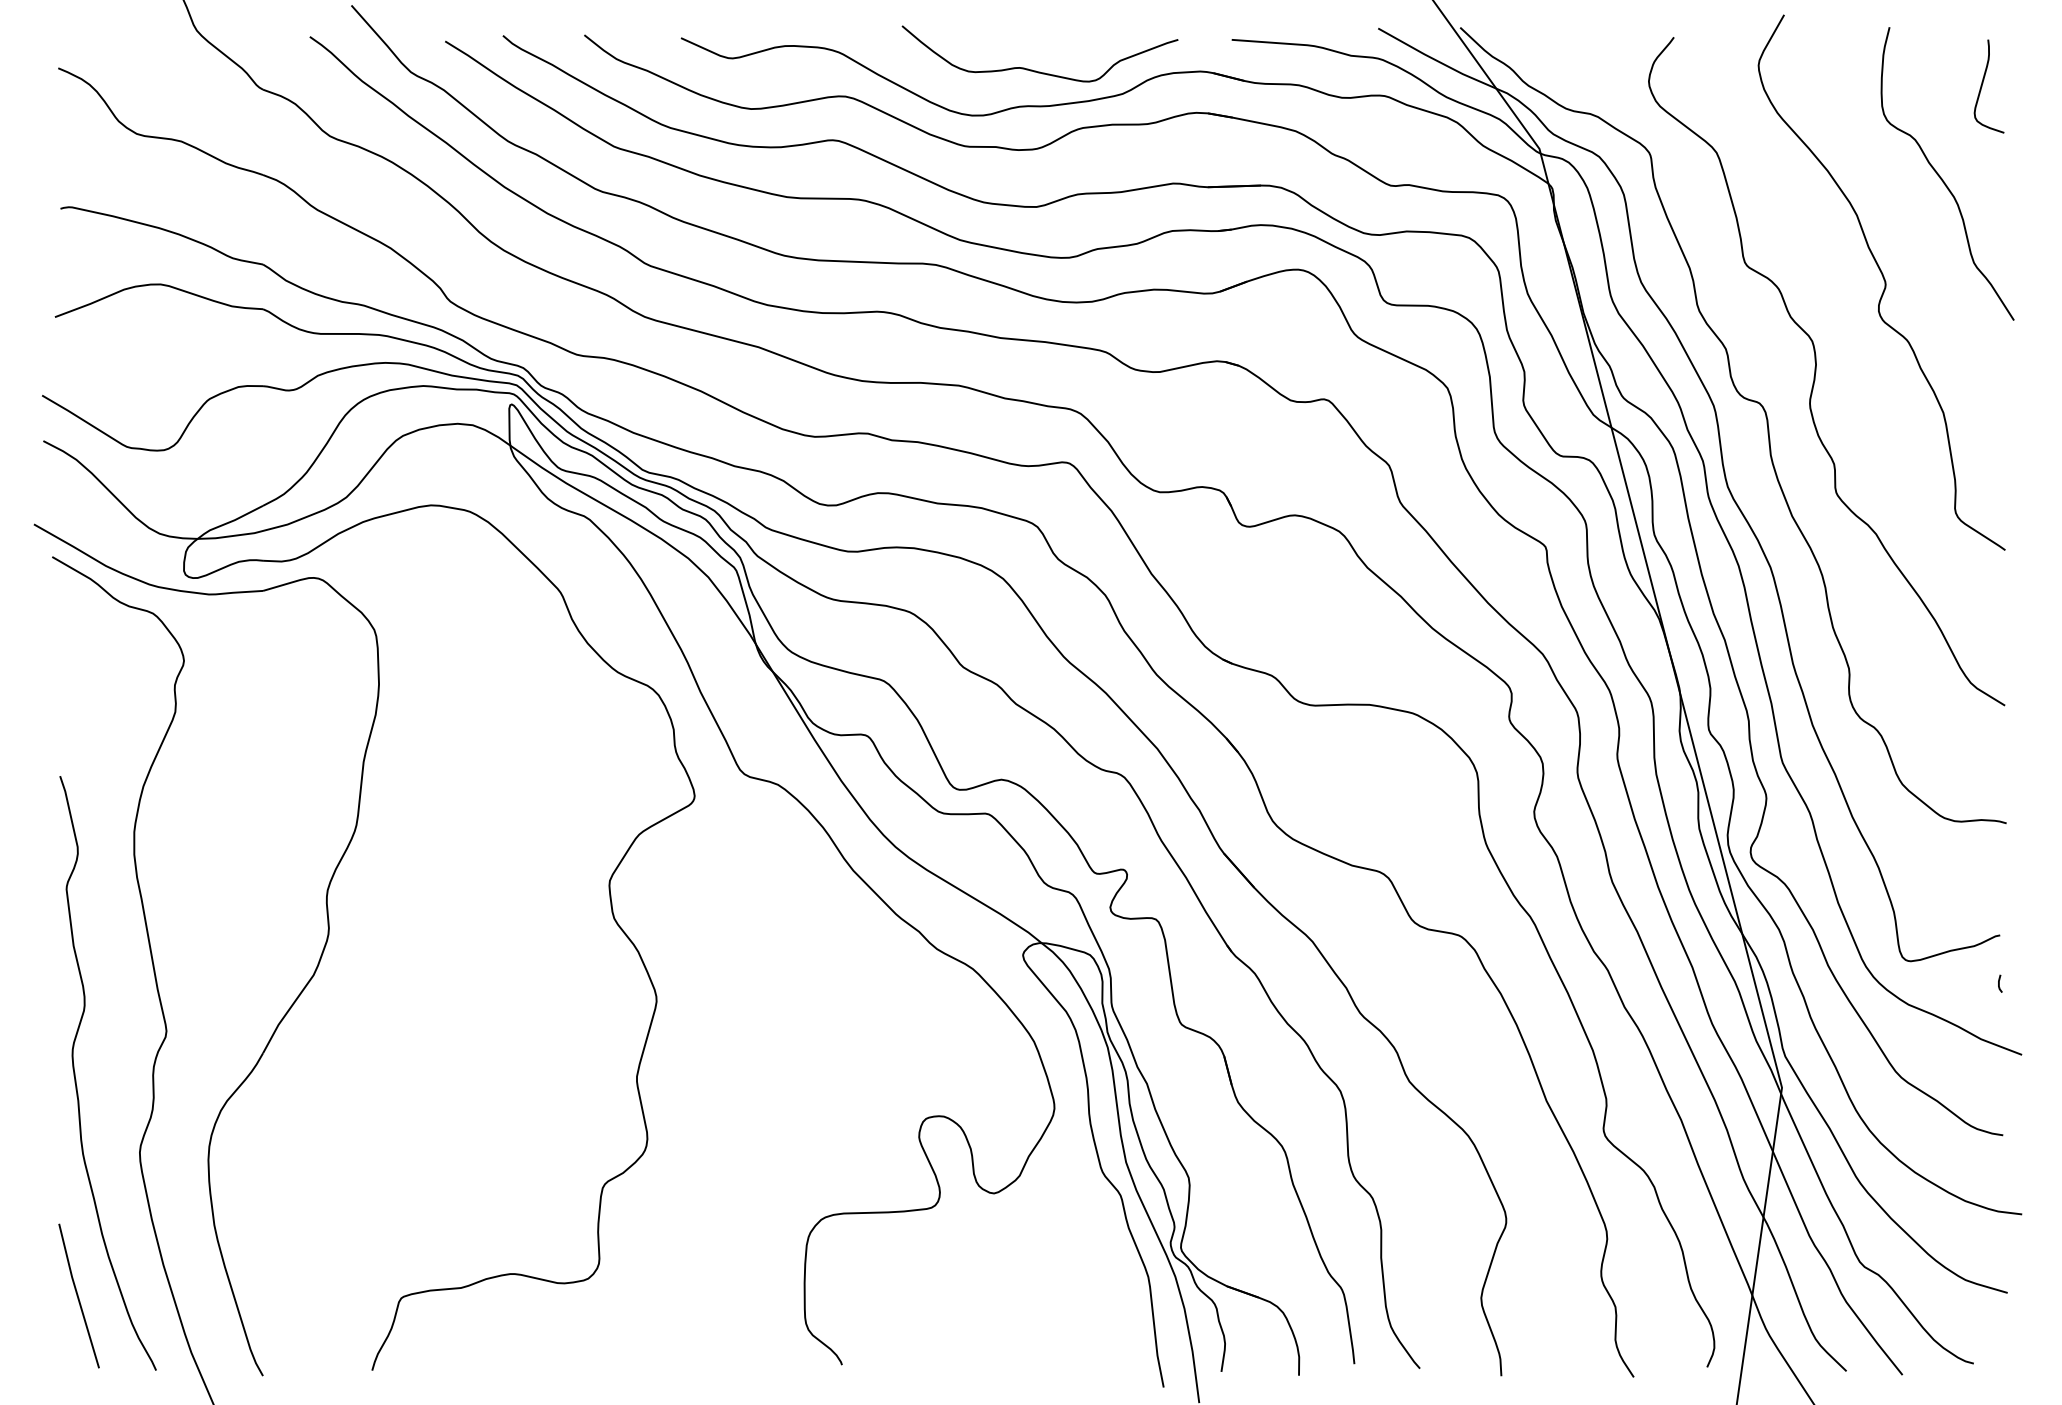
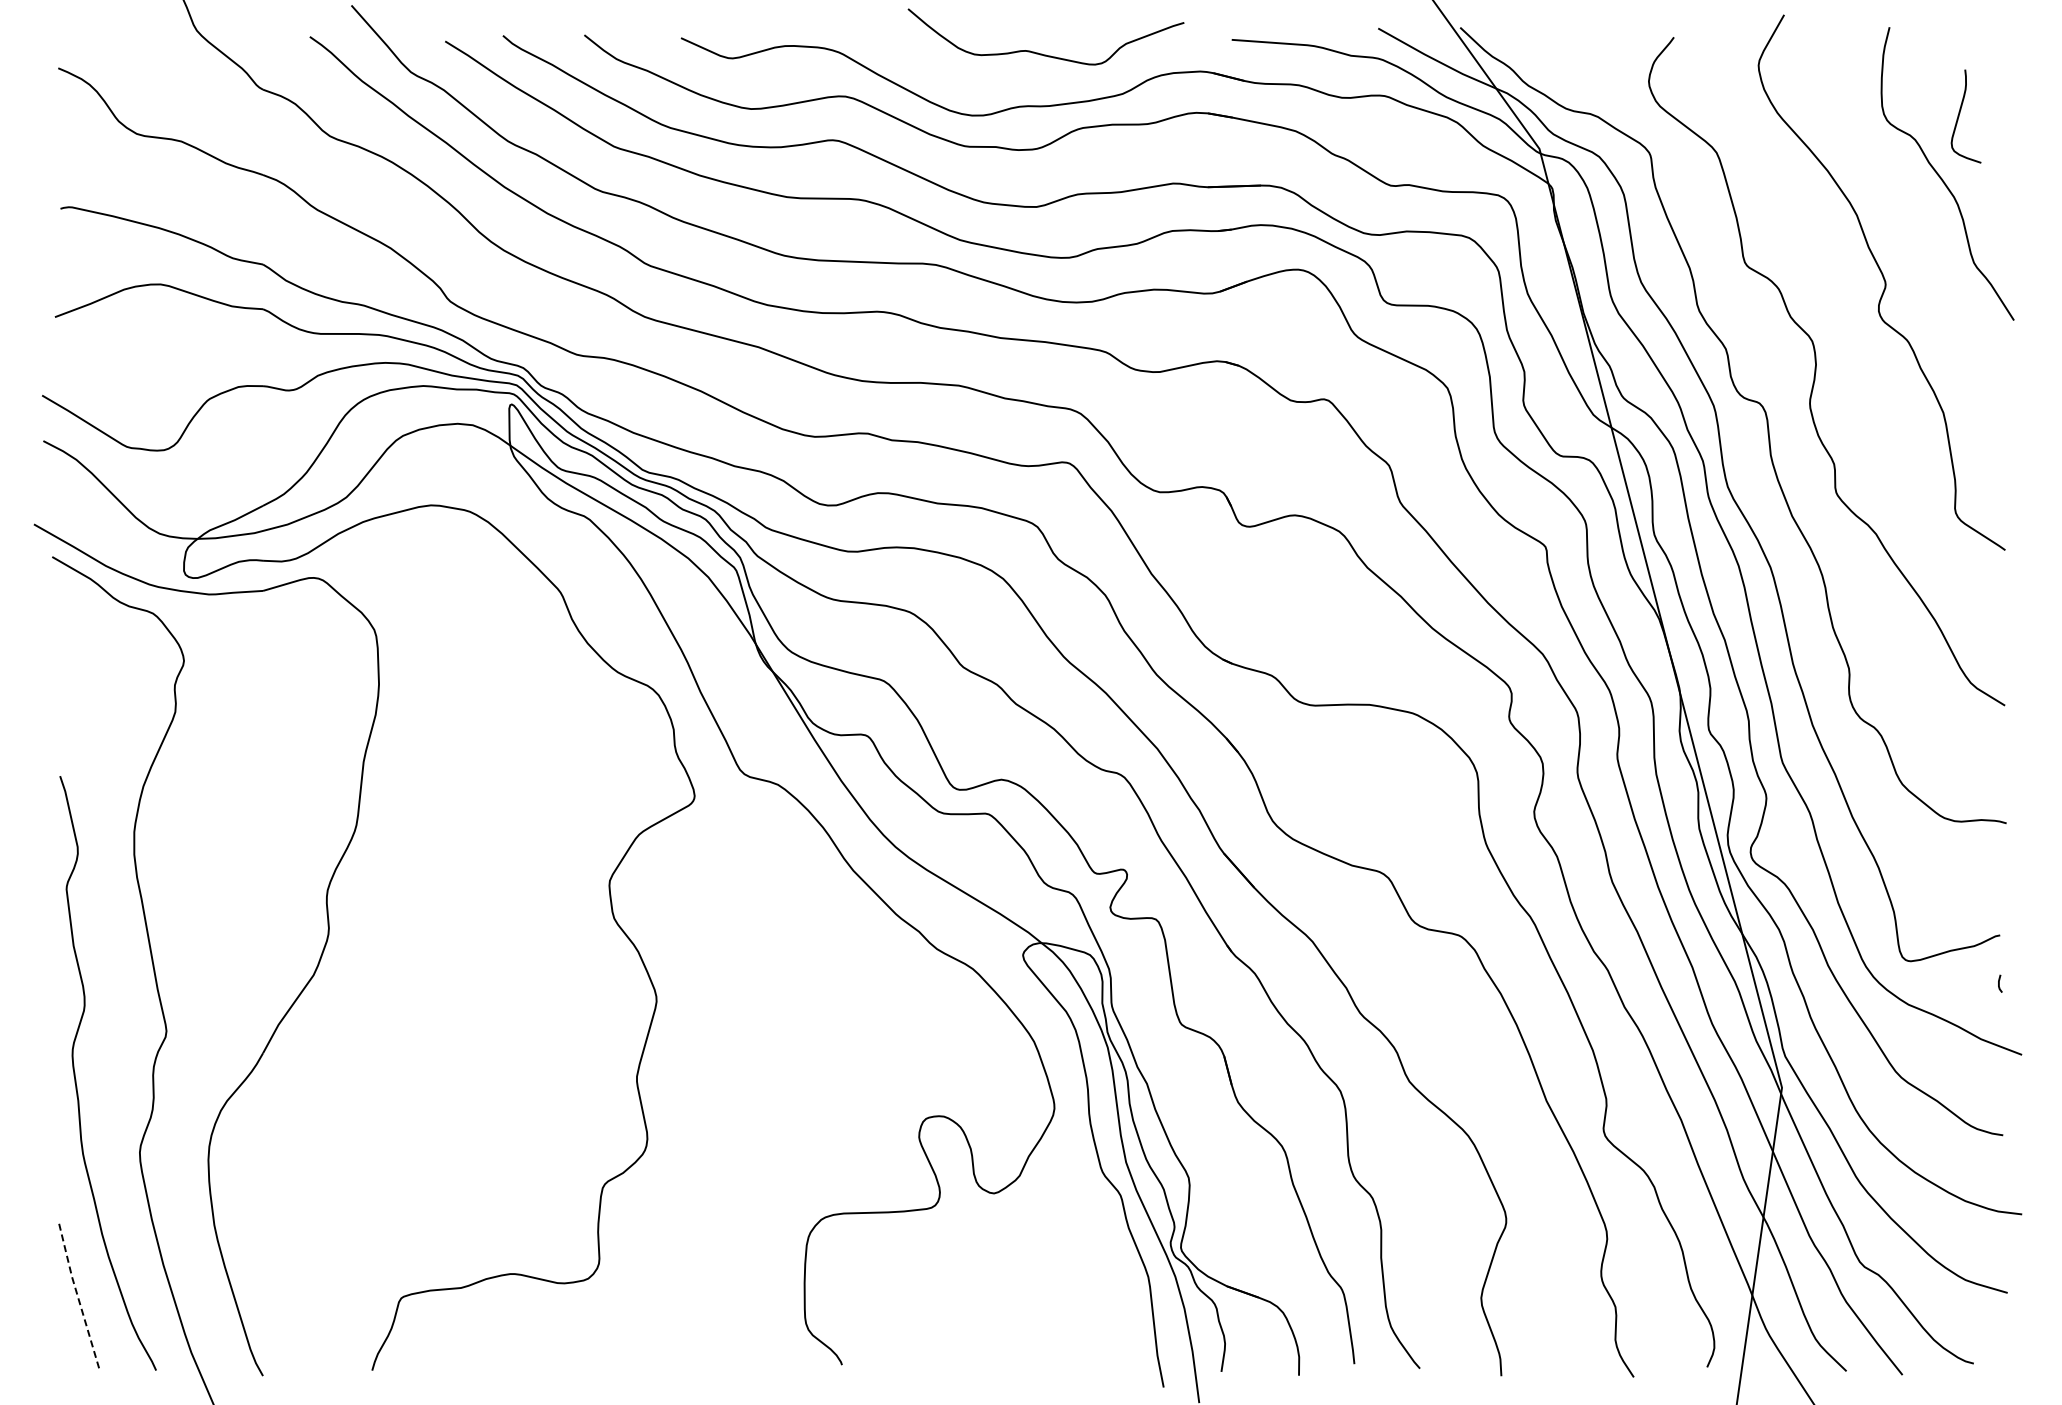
curve at (1036, 70) position: (1036, 70) -> (1042, 53)
curve at (1983, 83) position: (1983, 83) -> (1960, 113)
line at (77, 1296): solid -> dashed
